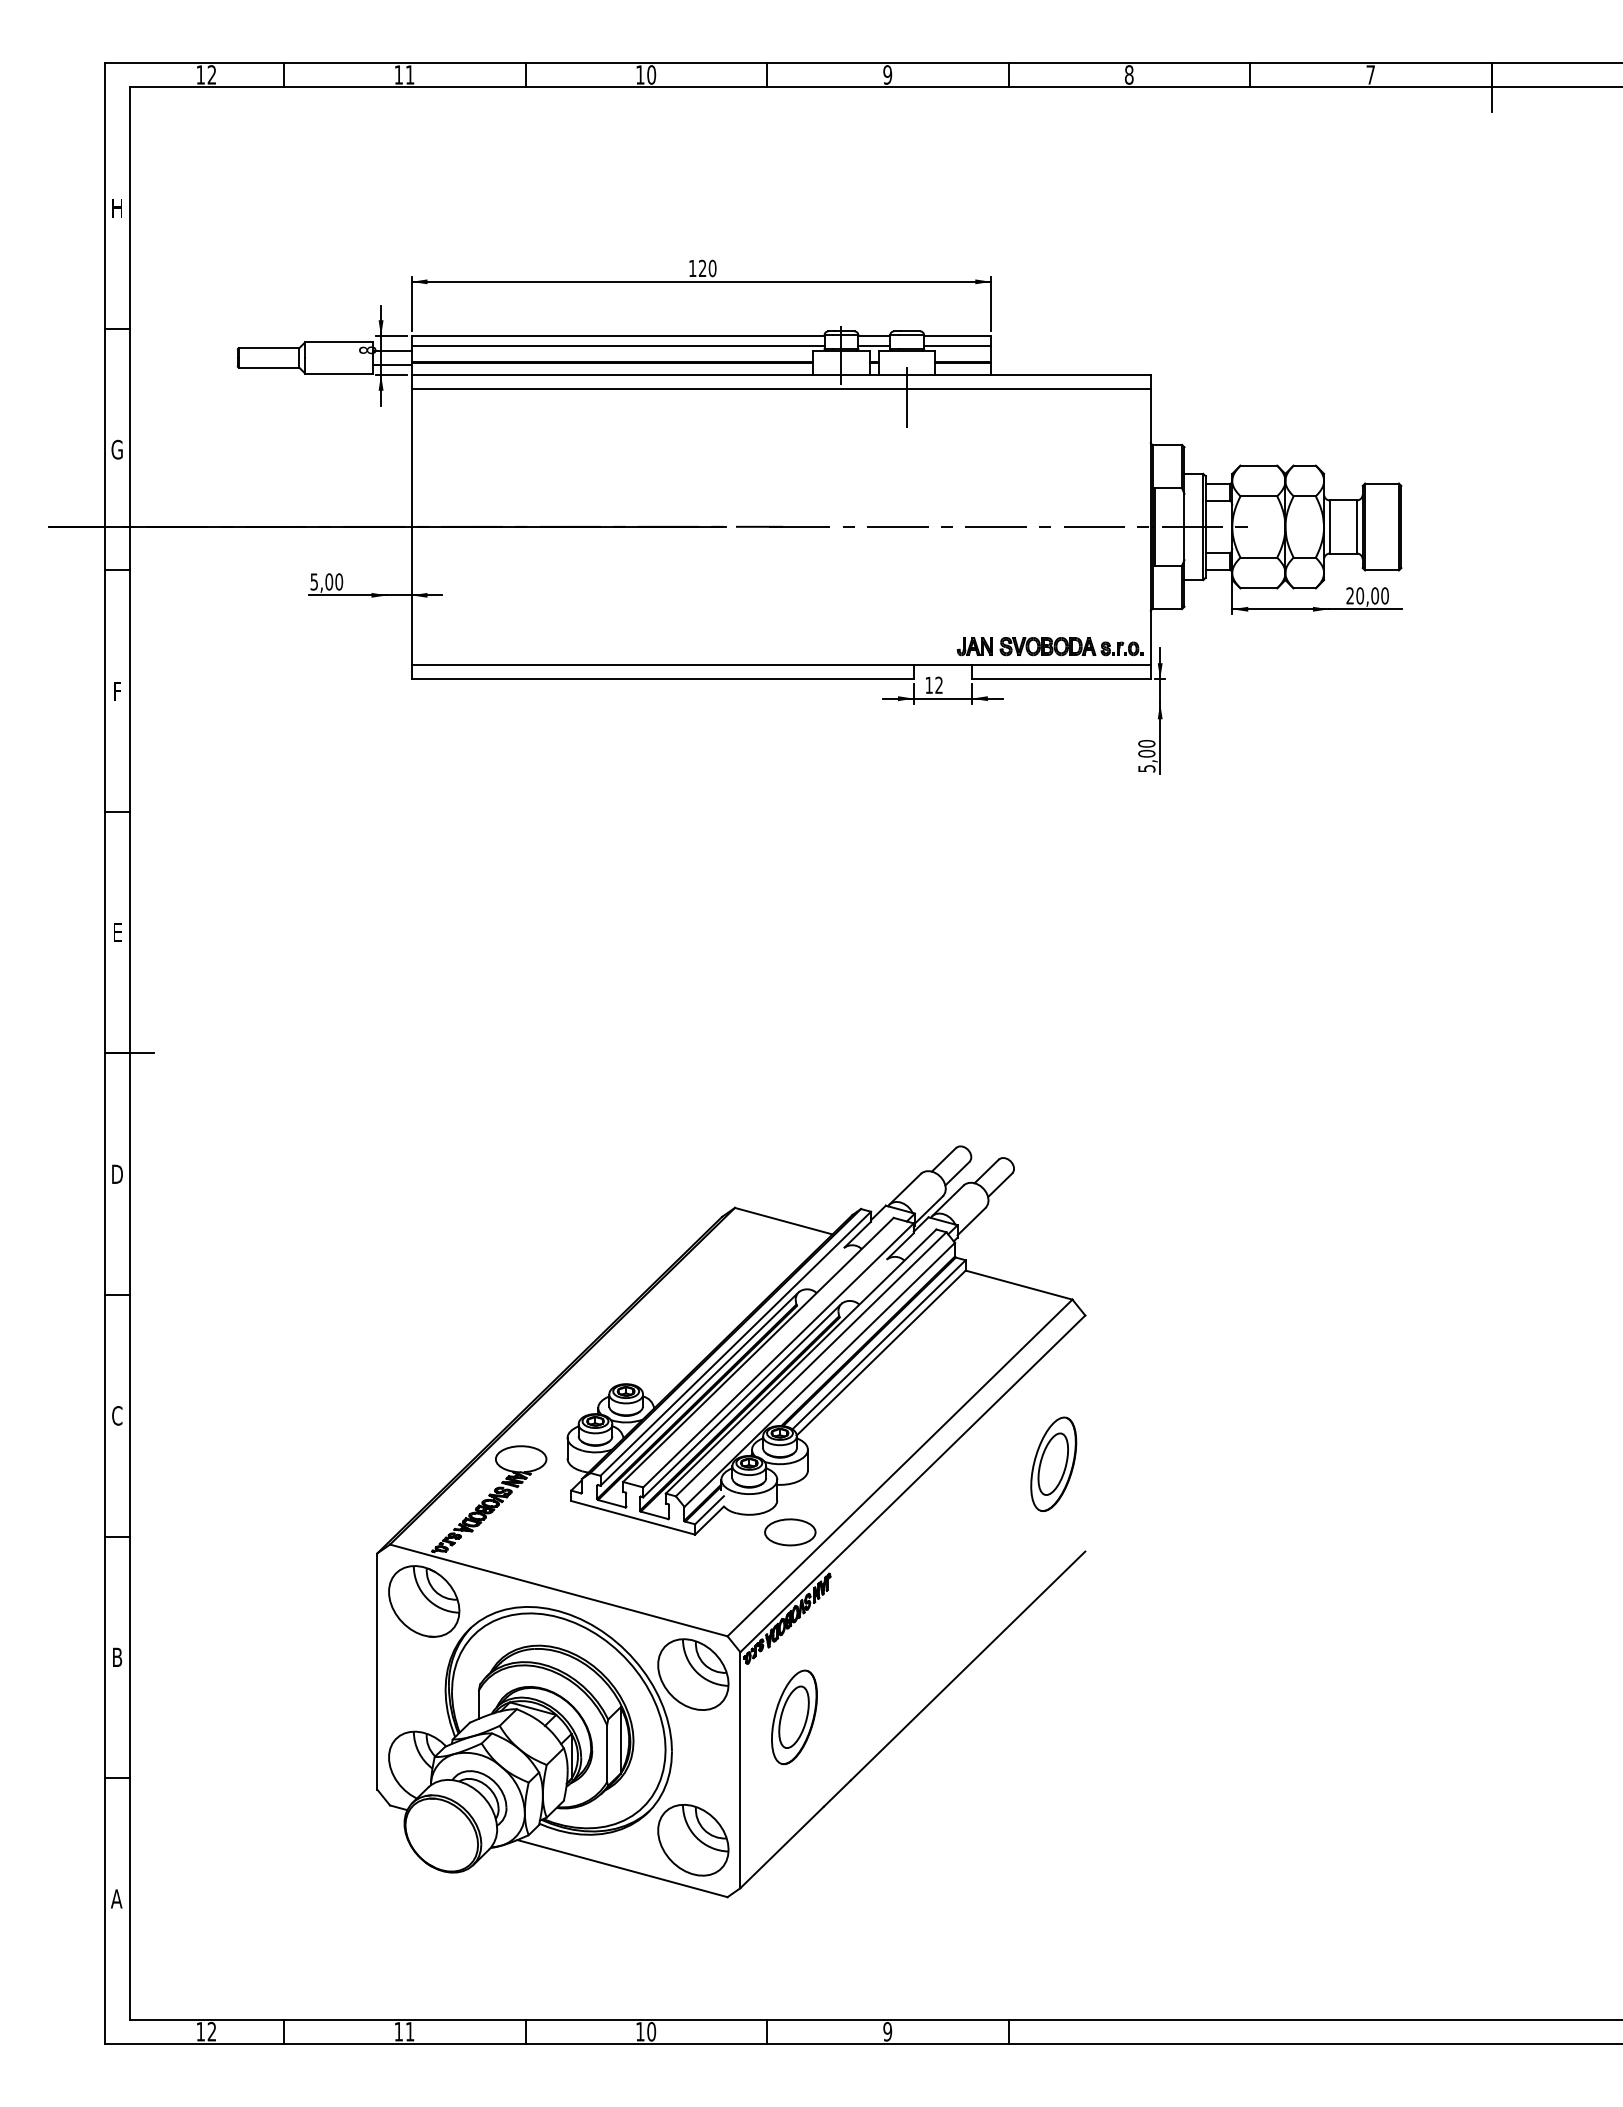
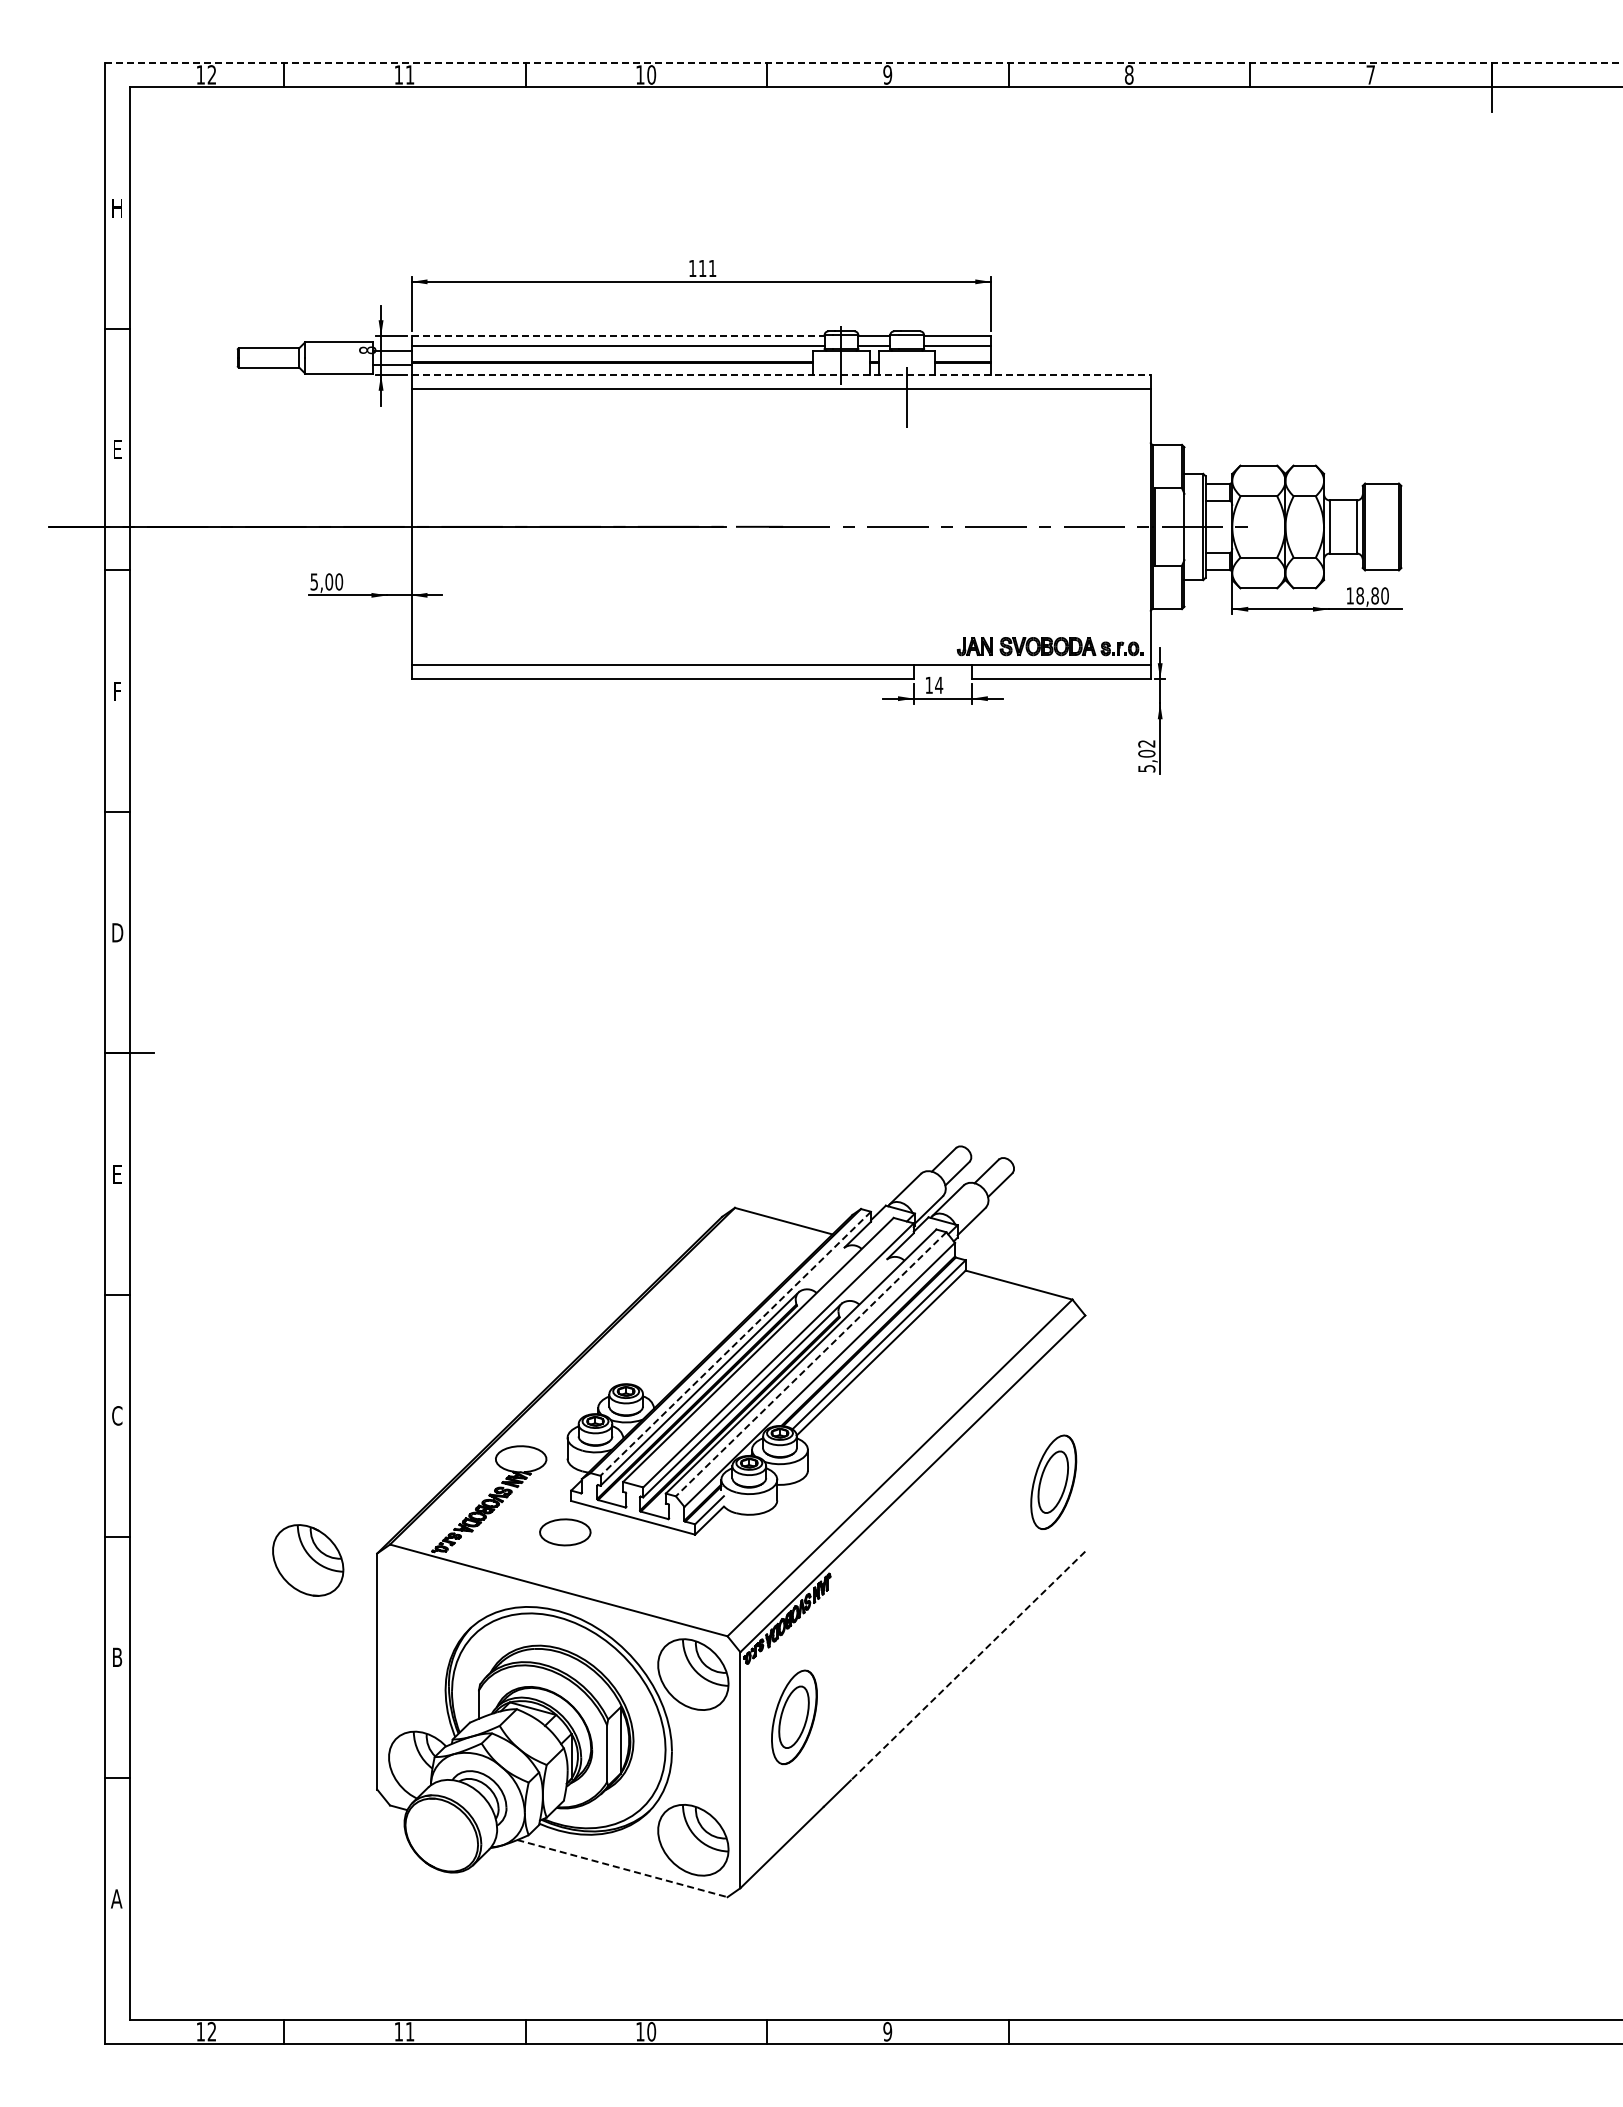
line at (864, 63): solid -> dashed
text at (707, 268): 120 -> 111
line at (618, 336): solid -> dashed
line at (781, 374): solid -> dashed
text at (116, 449): G -> E
text at (1362, 595): 20,00 -> 18,80
text at (939, 684): 12 -> 14
text at (1146, 743): 5,00 -> 5,02
text at (117, 932): E -> D
text at (117, 1173): D -> E
line at (735, 1344): solid -> dashed
line at (810, 1364): solid -> dashed
part at (1053, 1463) position: (1053, 1463) -> (1053, 1481)
part at (790, 1532) position: (790, 1532) -> (565, 1532)
part at (424, 1601) position: (424, 1601) -> (308, 1560)
line at (968, 1665): solid -> dashed
line at (622, 1868): solid -> dashed
